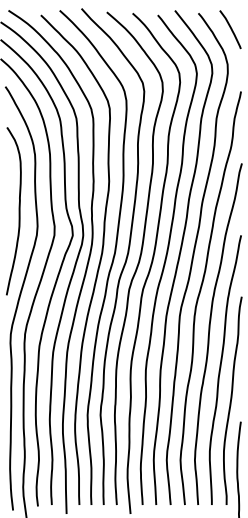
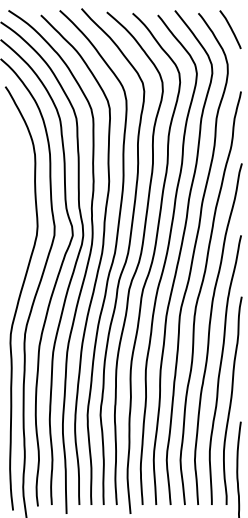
curve at (18, 211): present -> none
